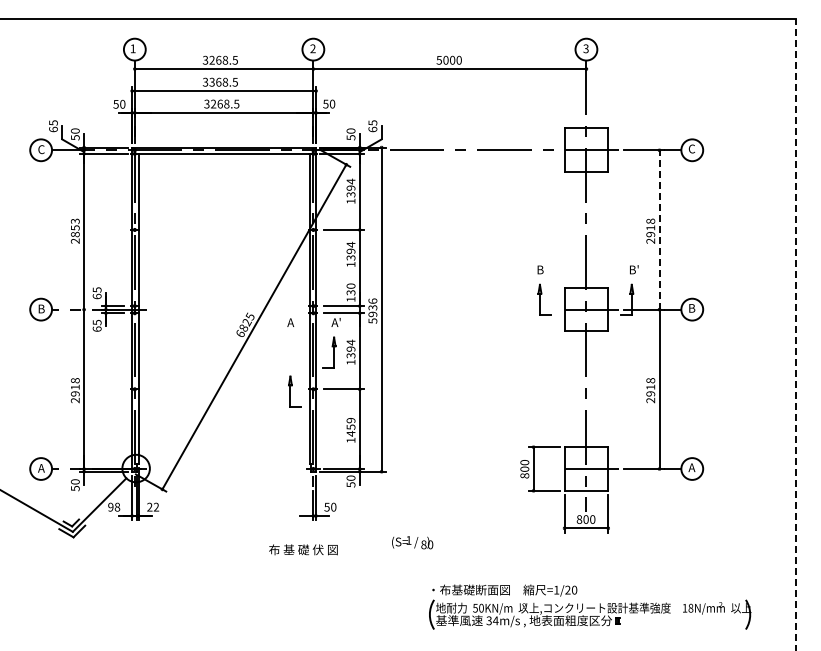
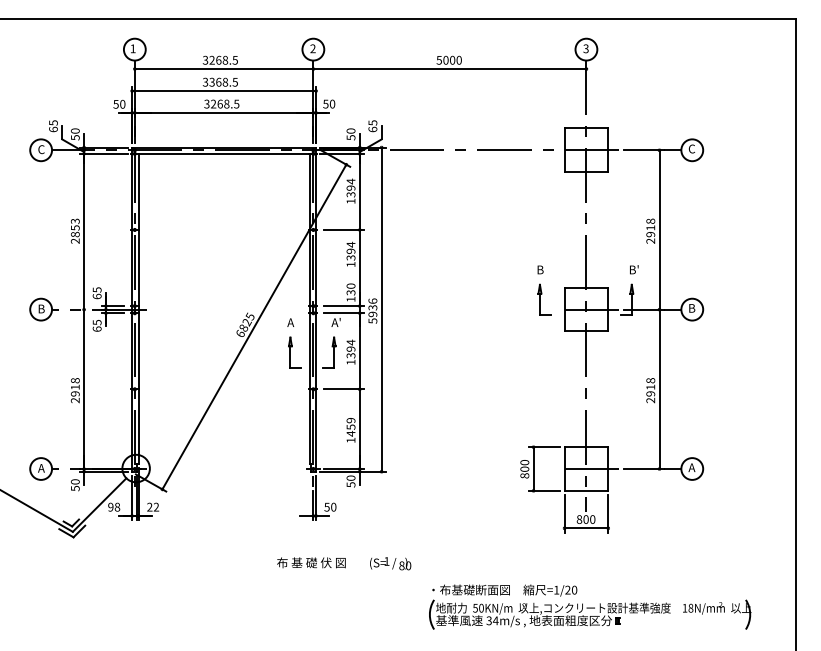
line at (659, 229): dashed -> solid
line at (796, 334): dashed -> solid
part at (294, 391) position: (294, 391) -> (294, 352)
text at (412, 542) position: (412, 542) -> (390, 563)
text at (303, 549) position: (303, 549) -> (311, 562)
